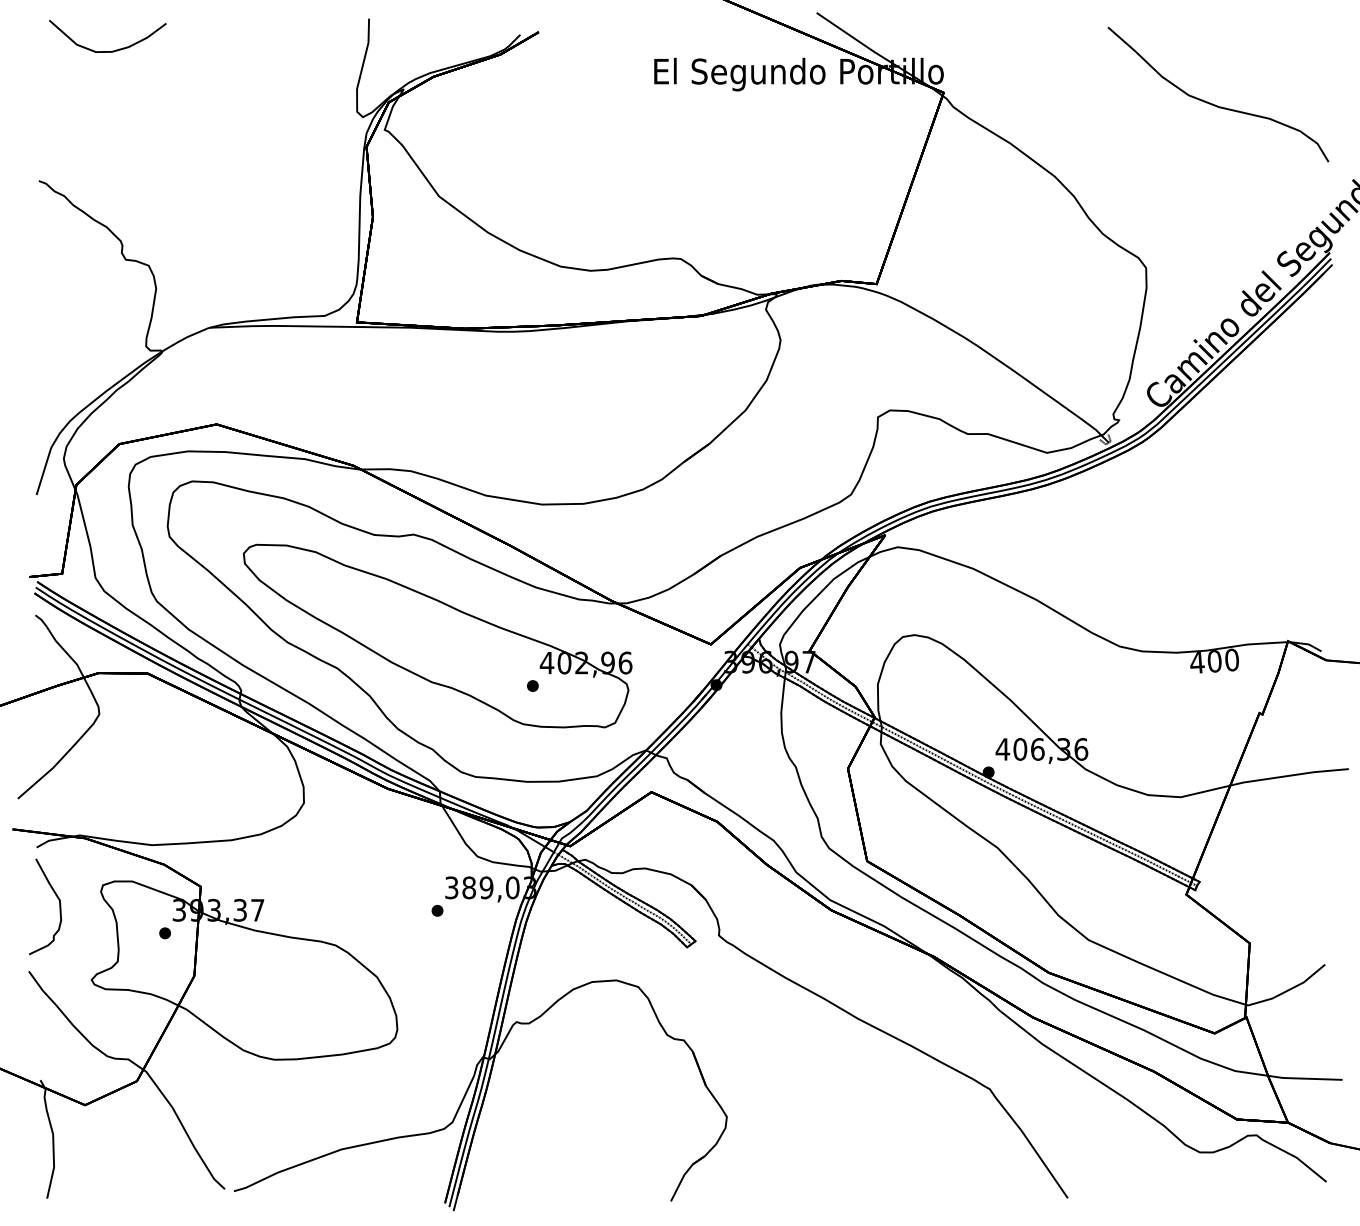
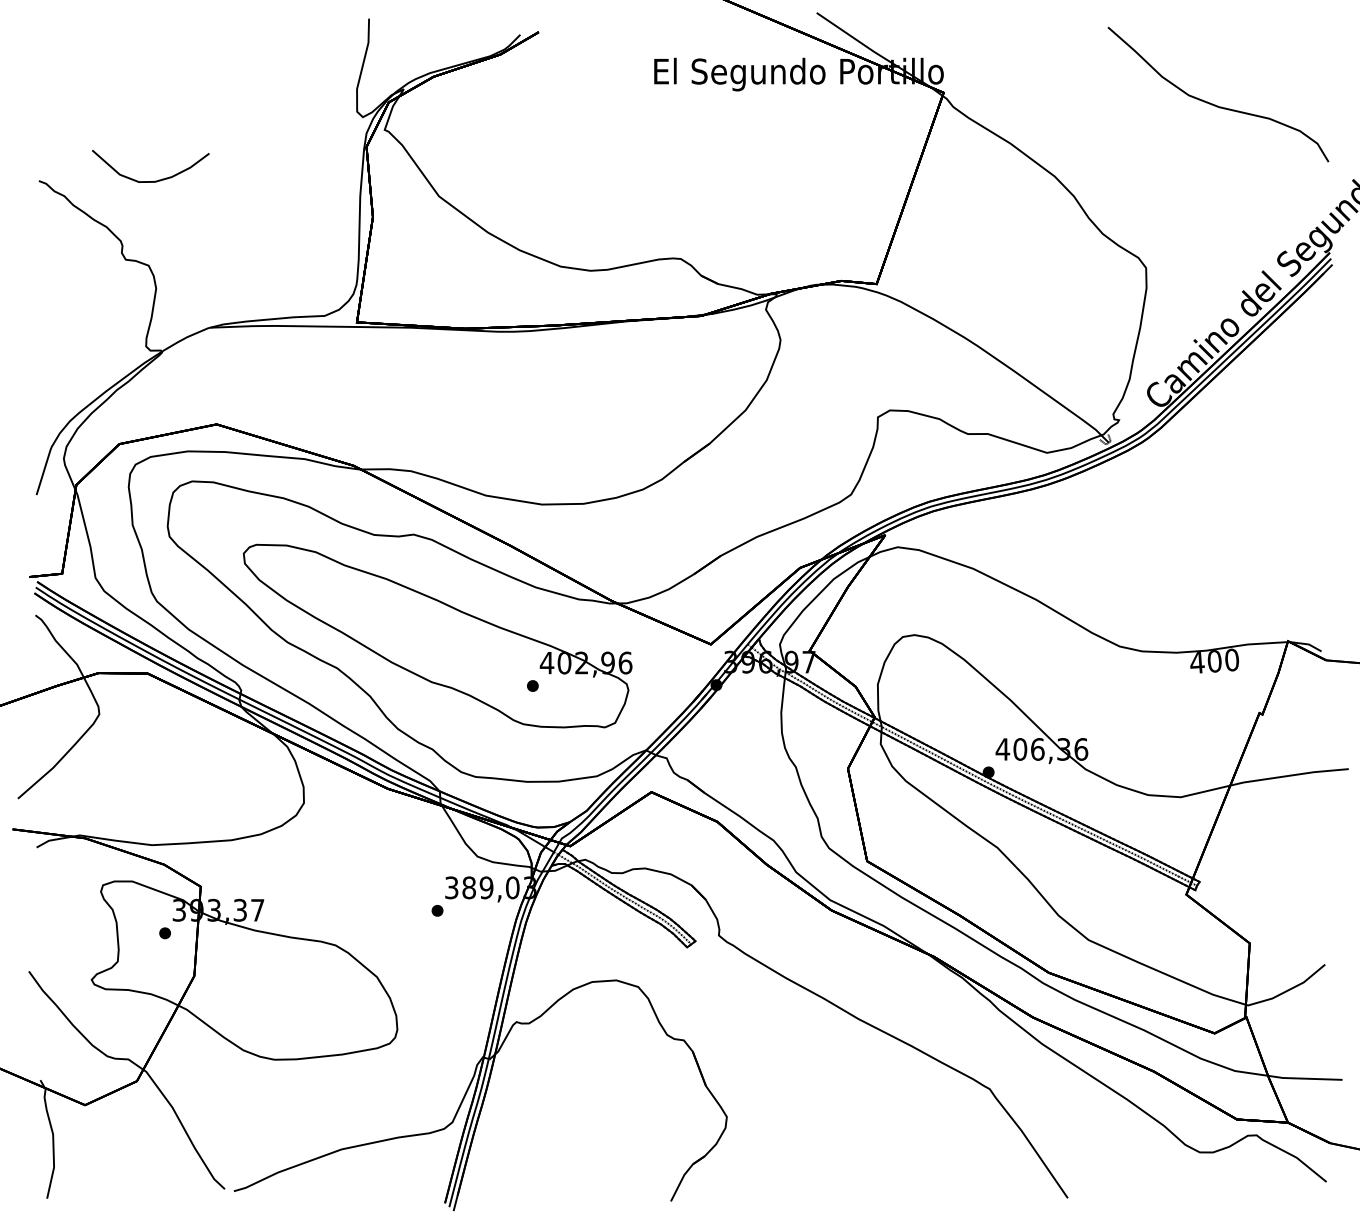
curve at (112, 50) position: (112, 50) -> (155, 180)
curve at (59, 906): present -> none
